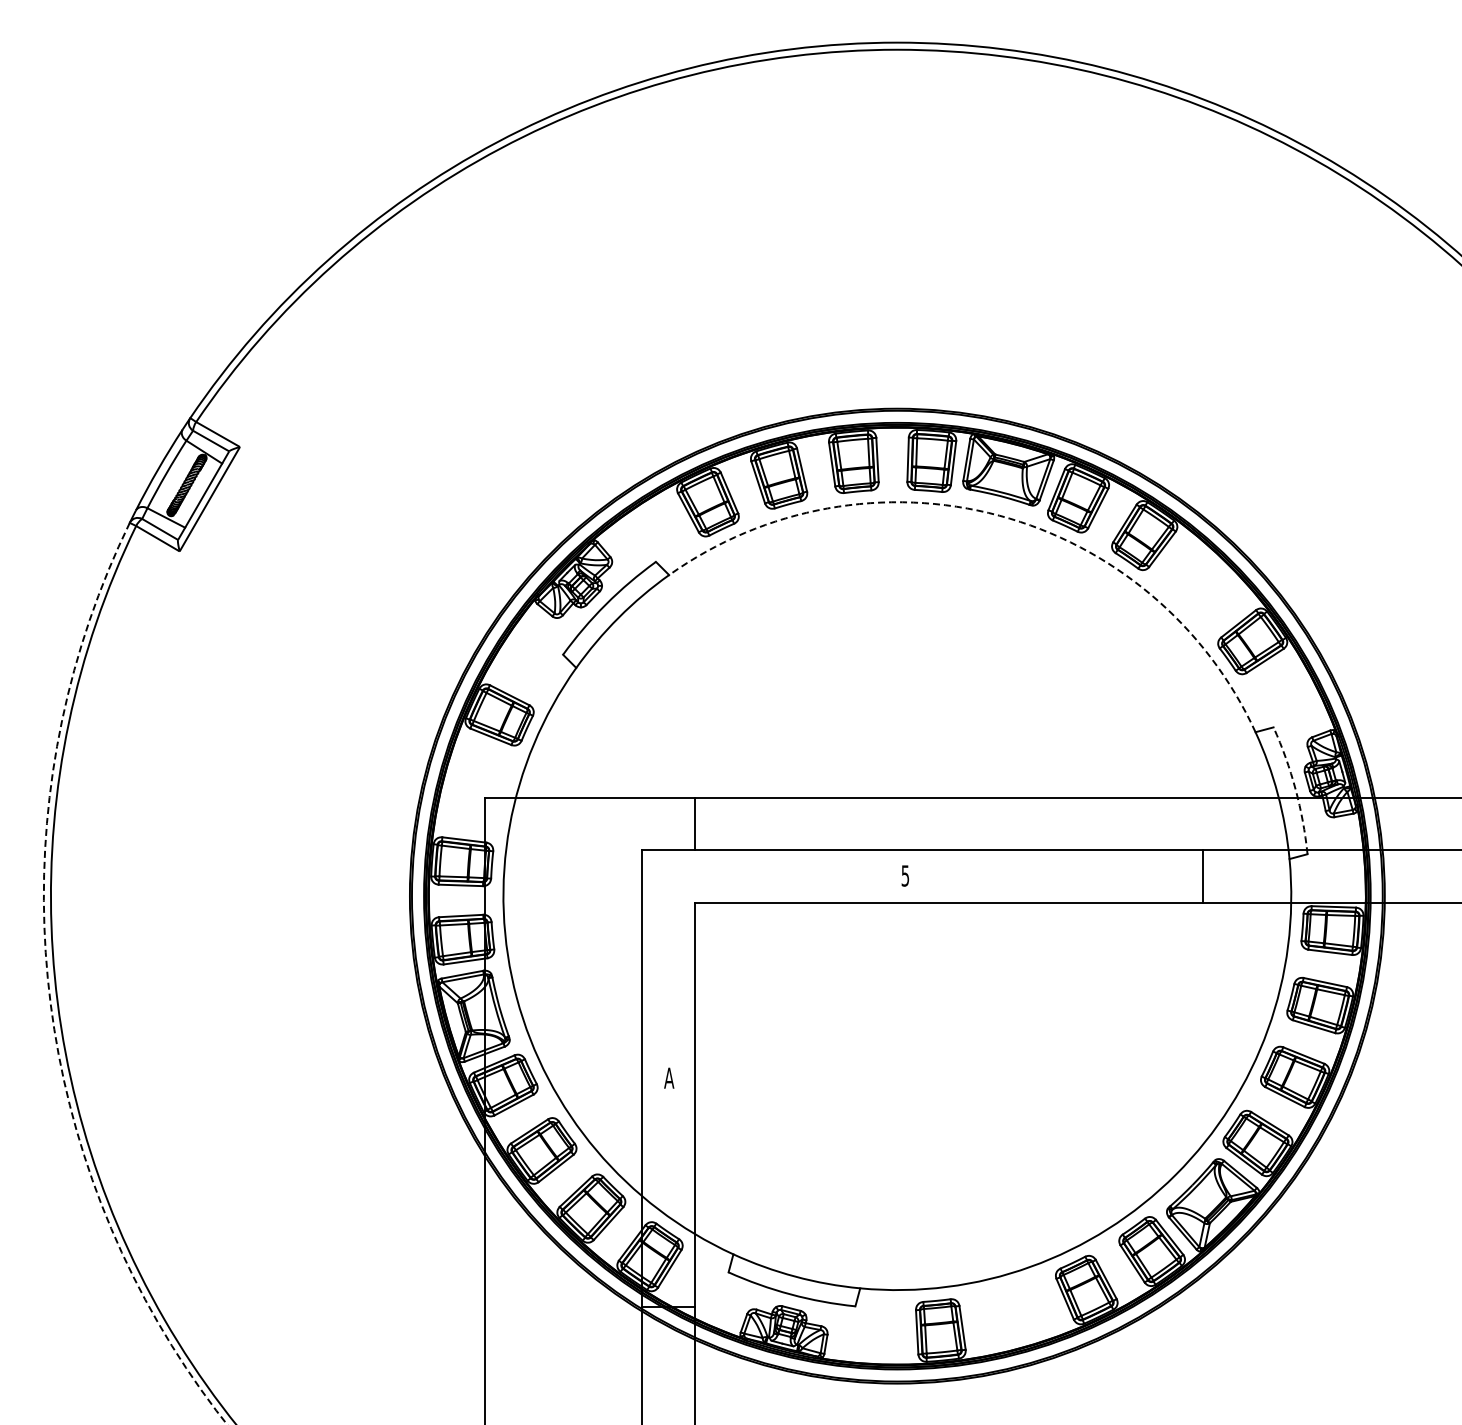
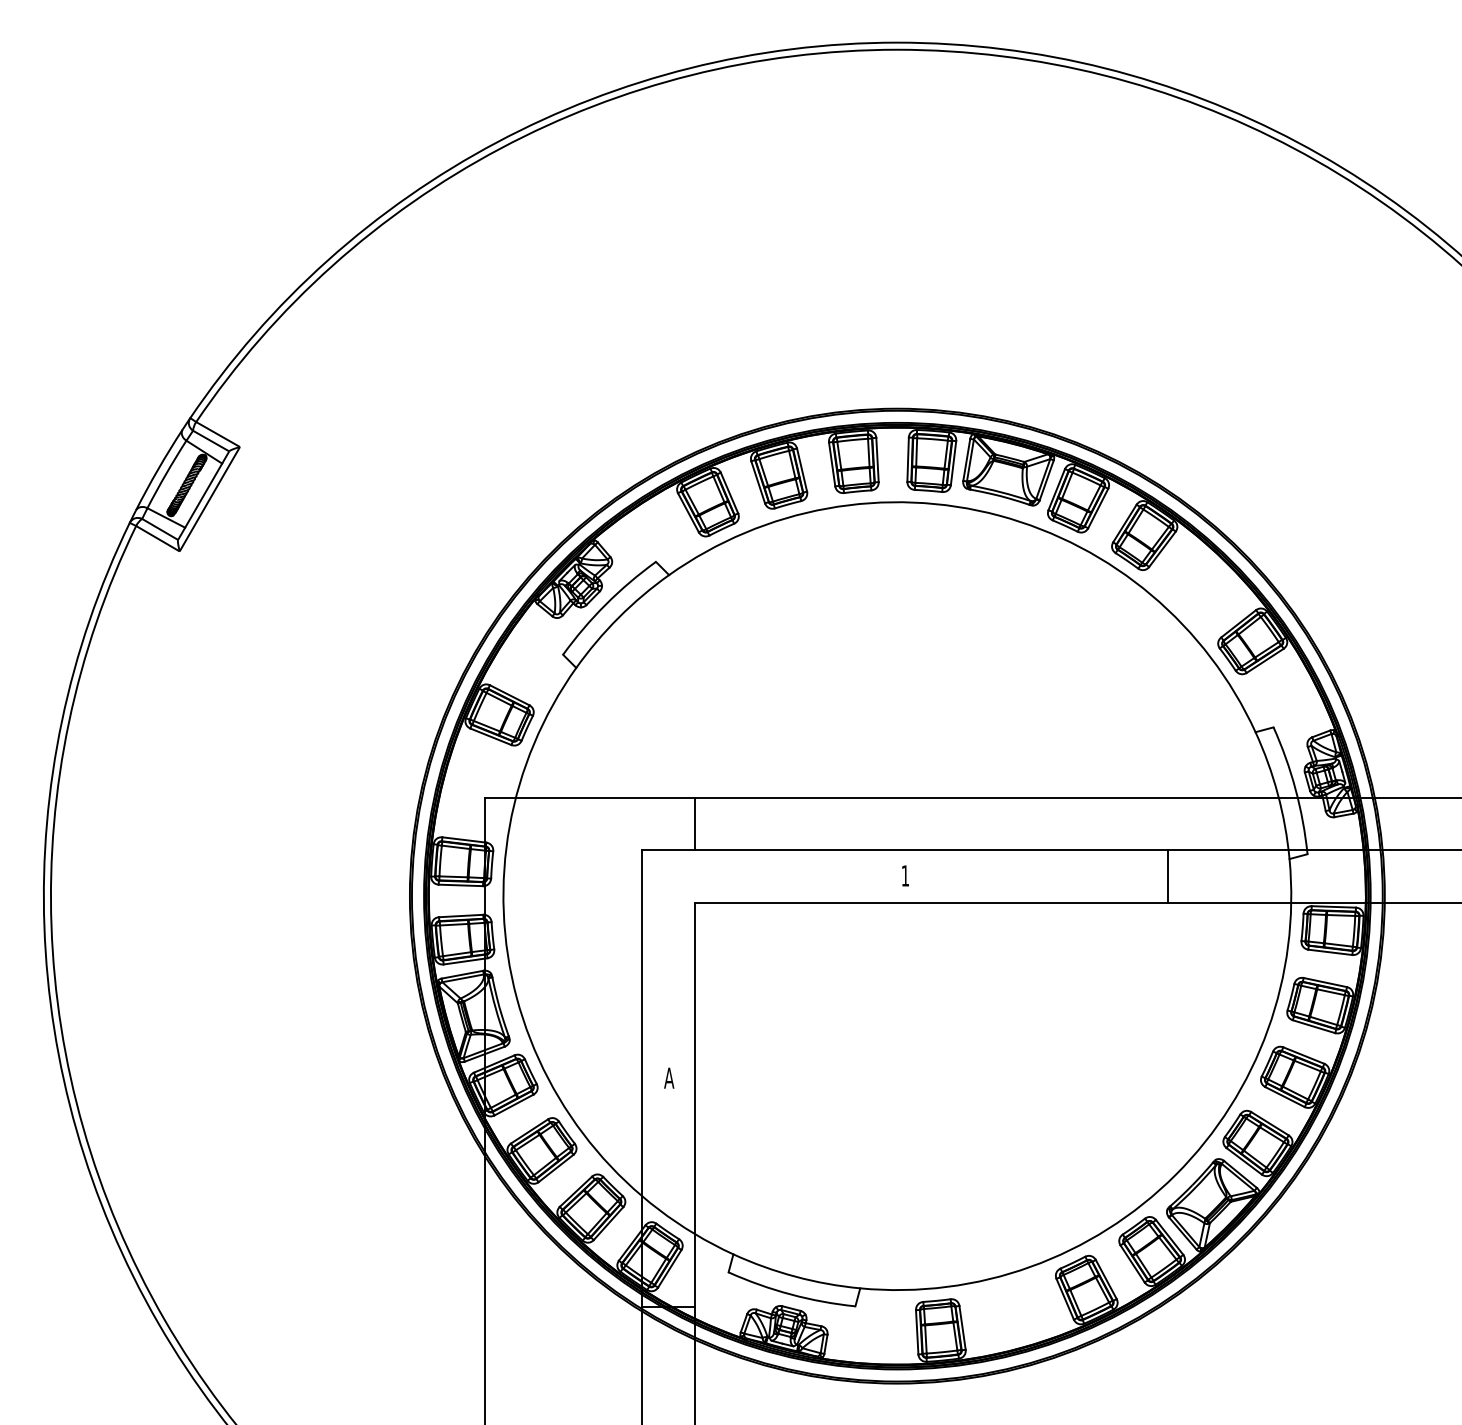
arc at (999, 515): dashed -> solid
arc at (1295, 789): dashed -> solid
text at (905, 875): 5 -> 1
line at (1202, 876) position: (1202, 876) -> (1167, 876)
arc at (48, 988): dashed -> solid
